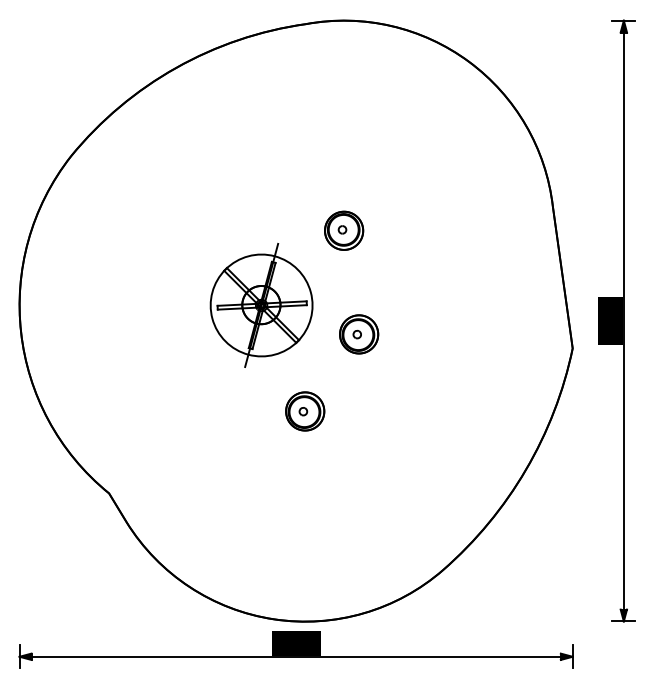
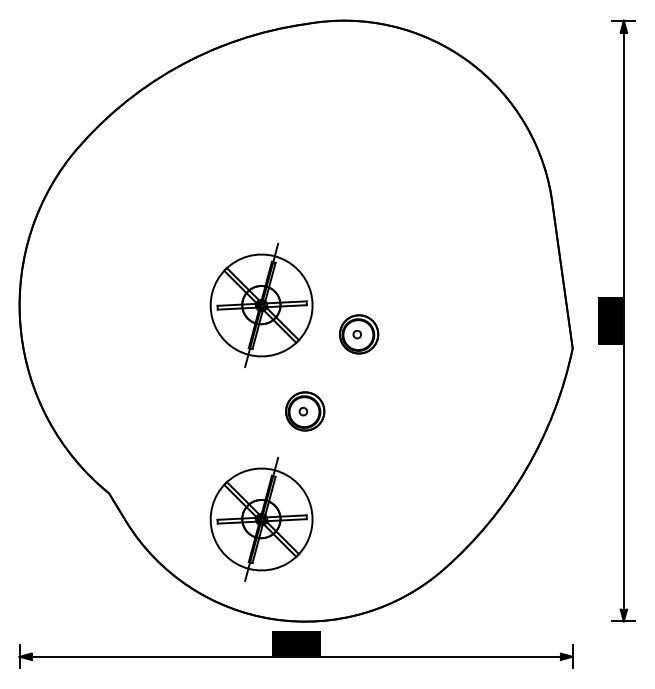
part at (344, 230): present -> none
part at (261, 519): none -> present
